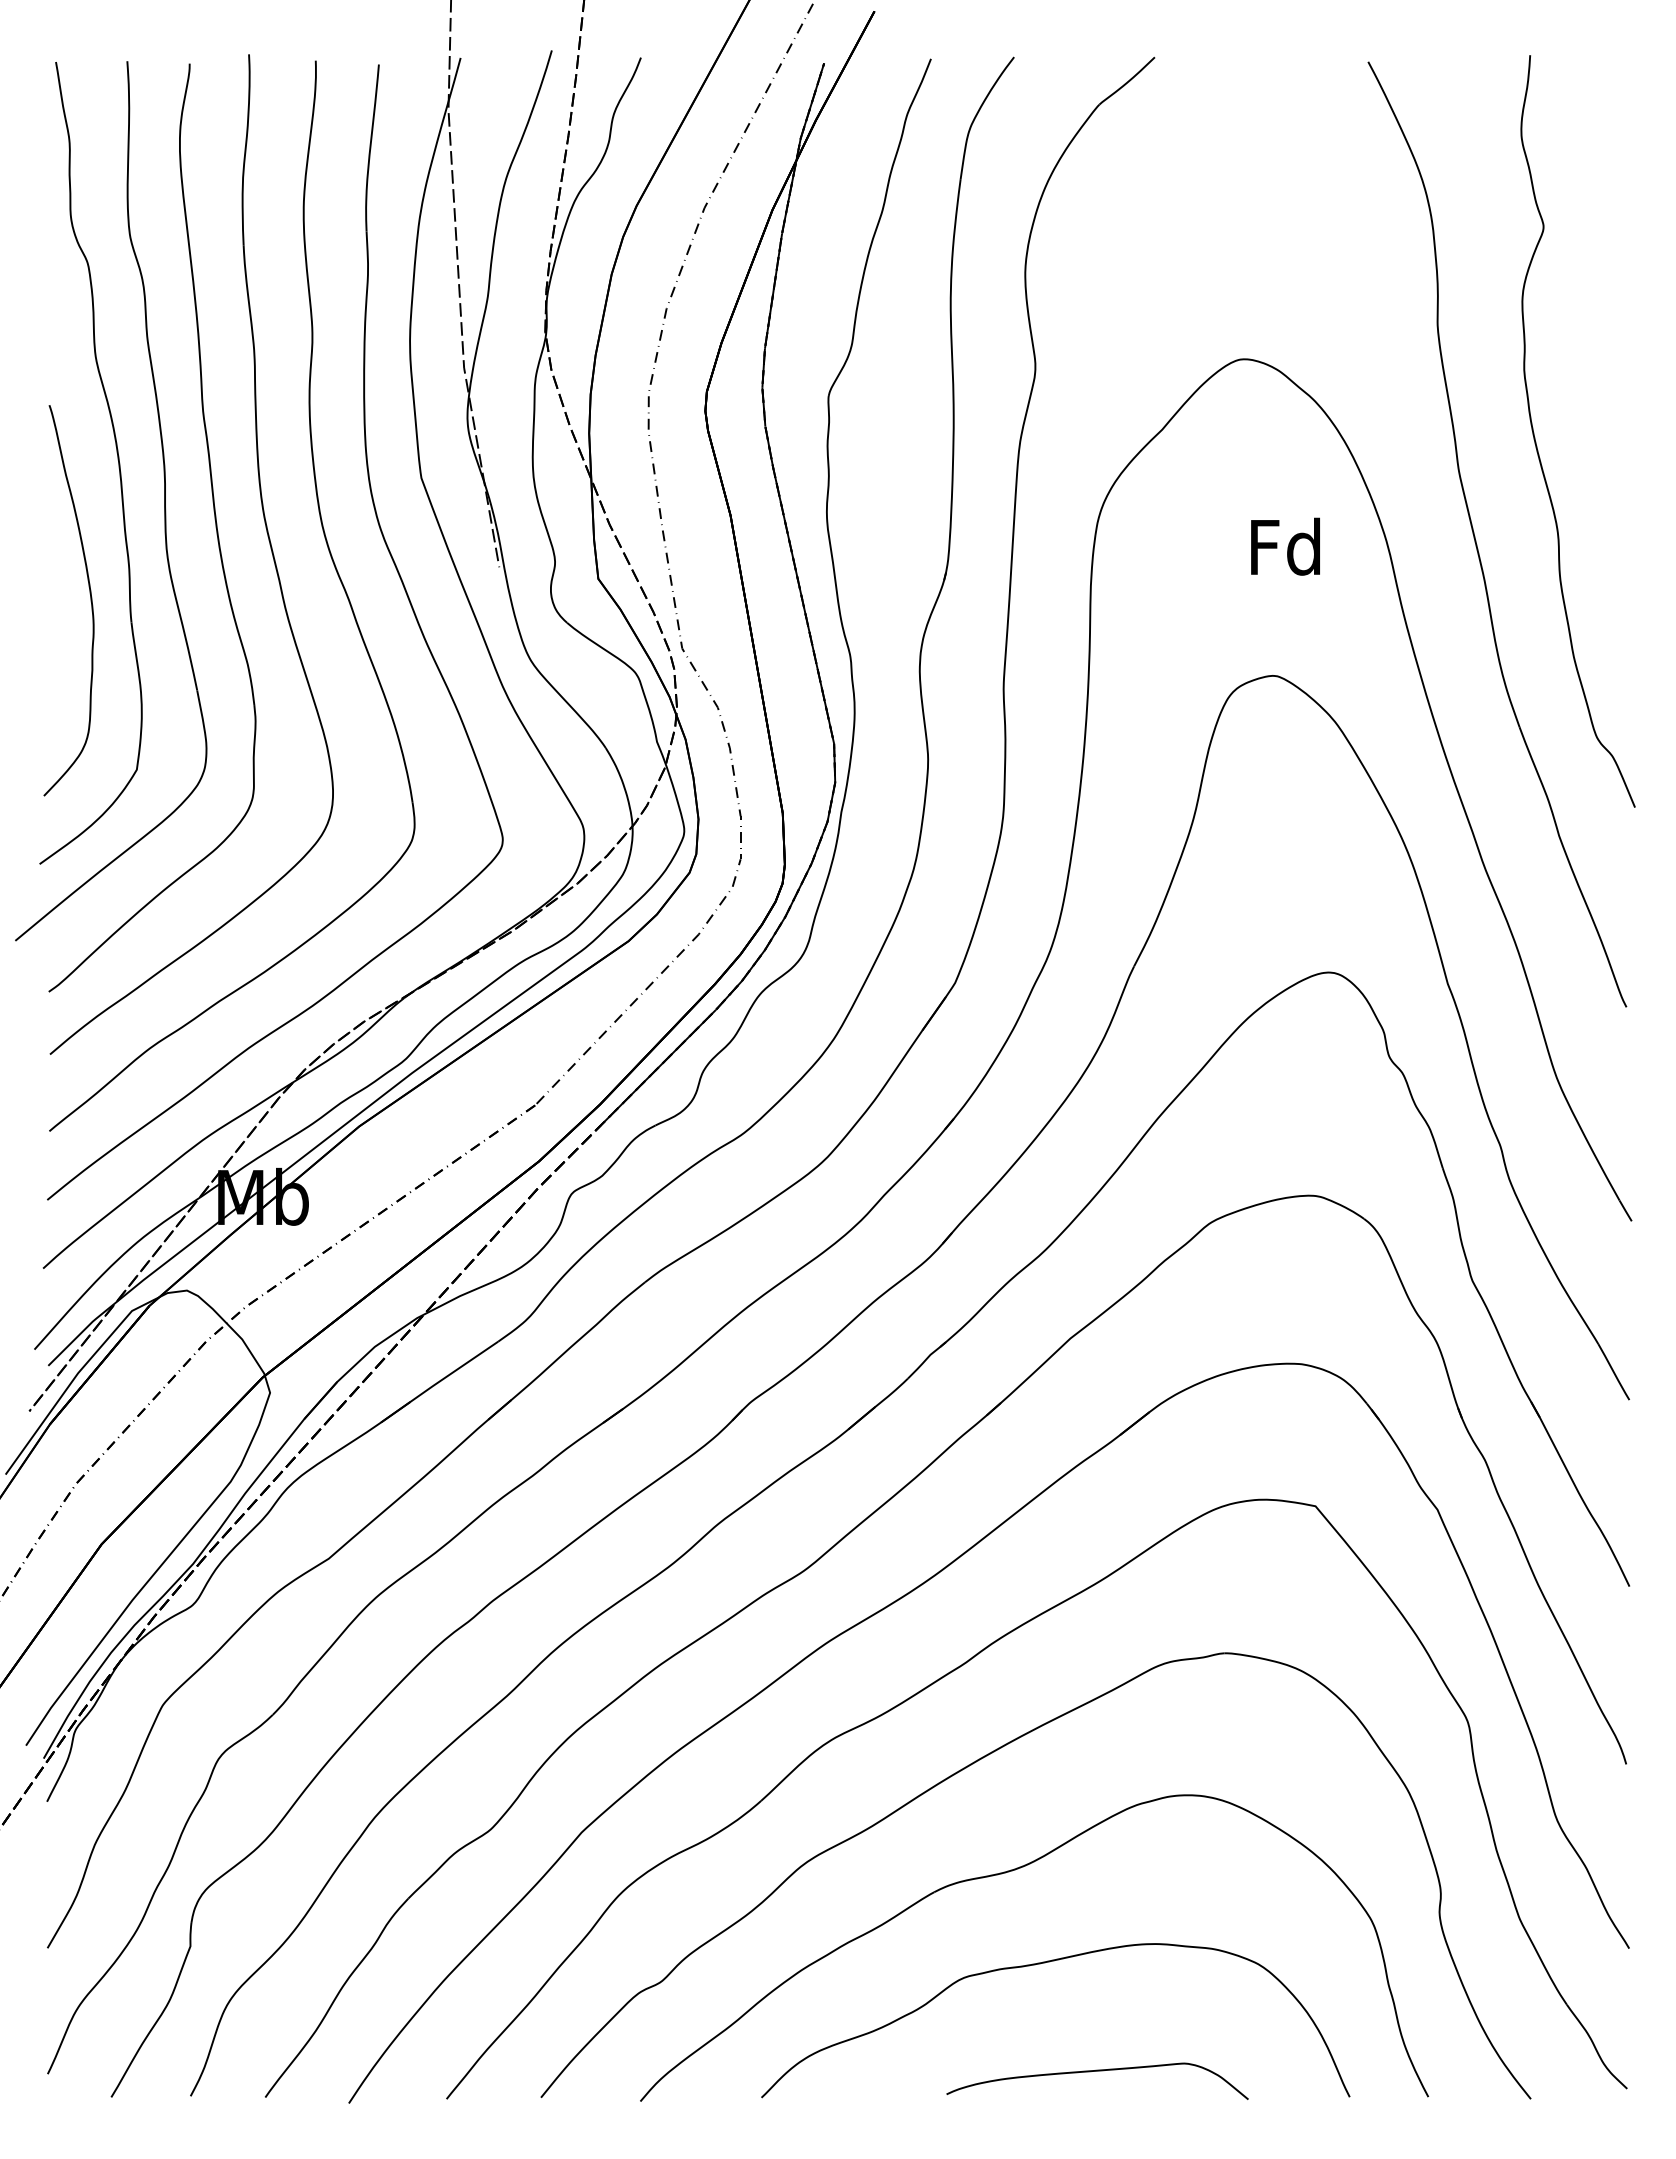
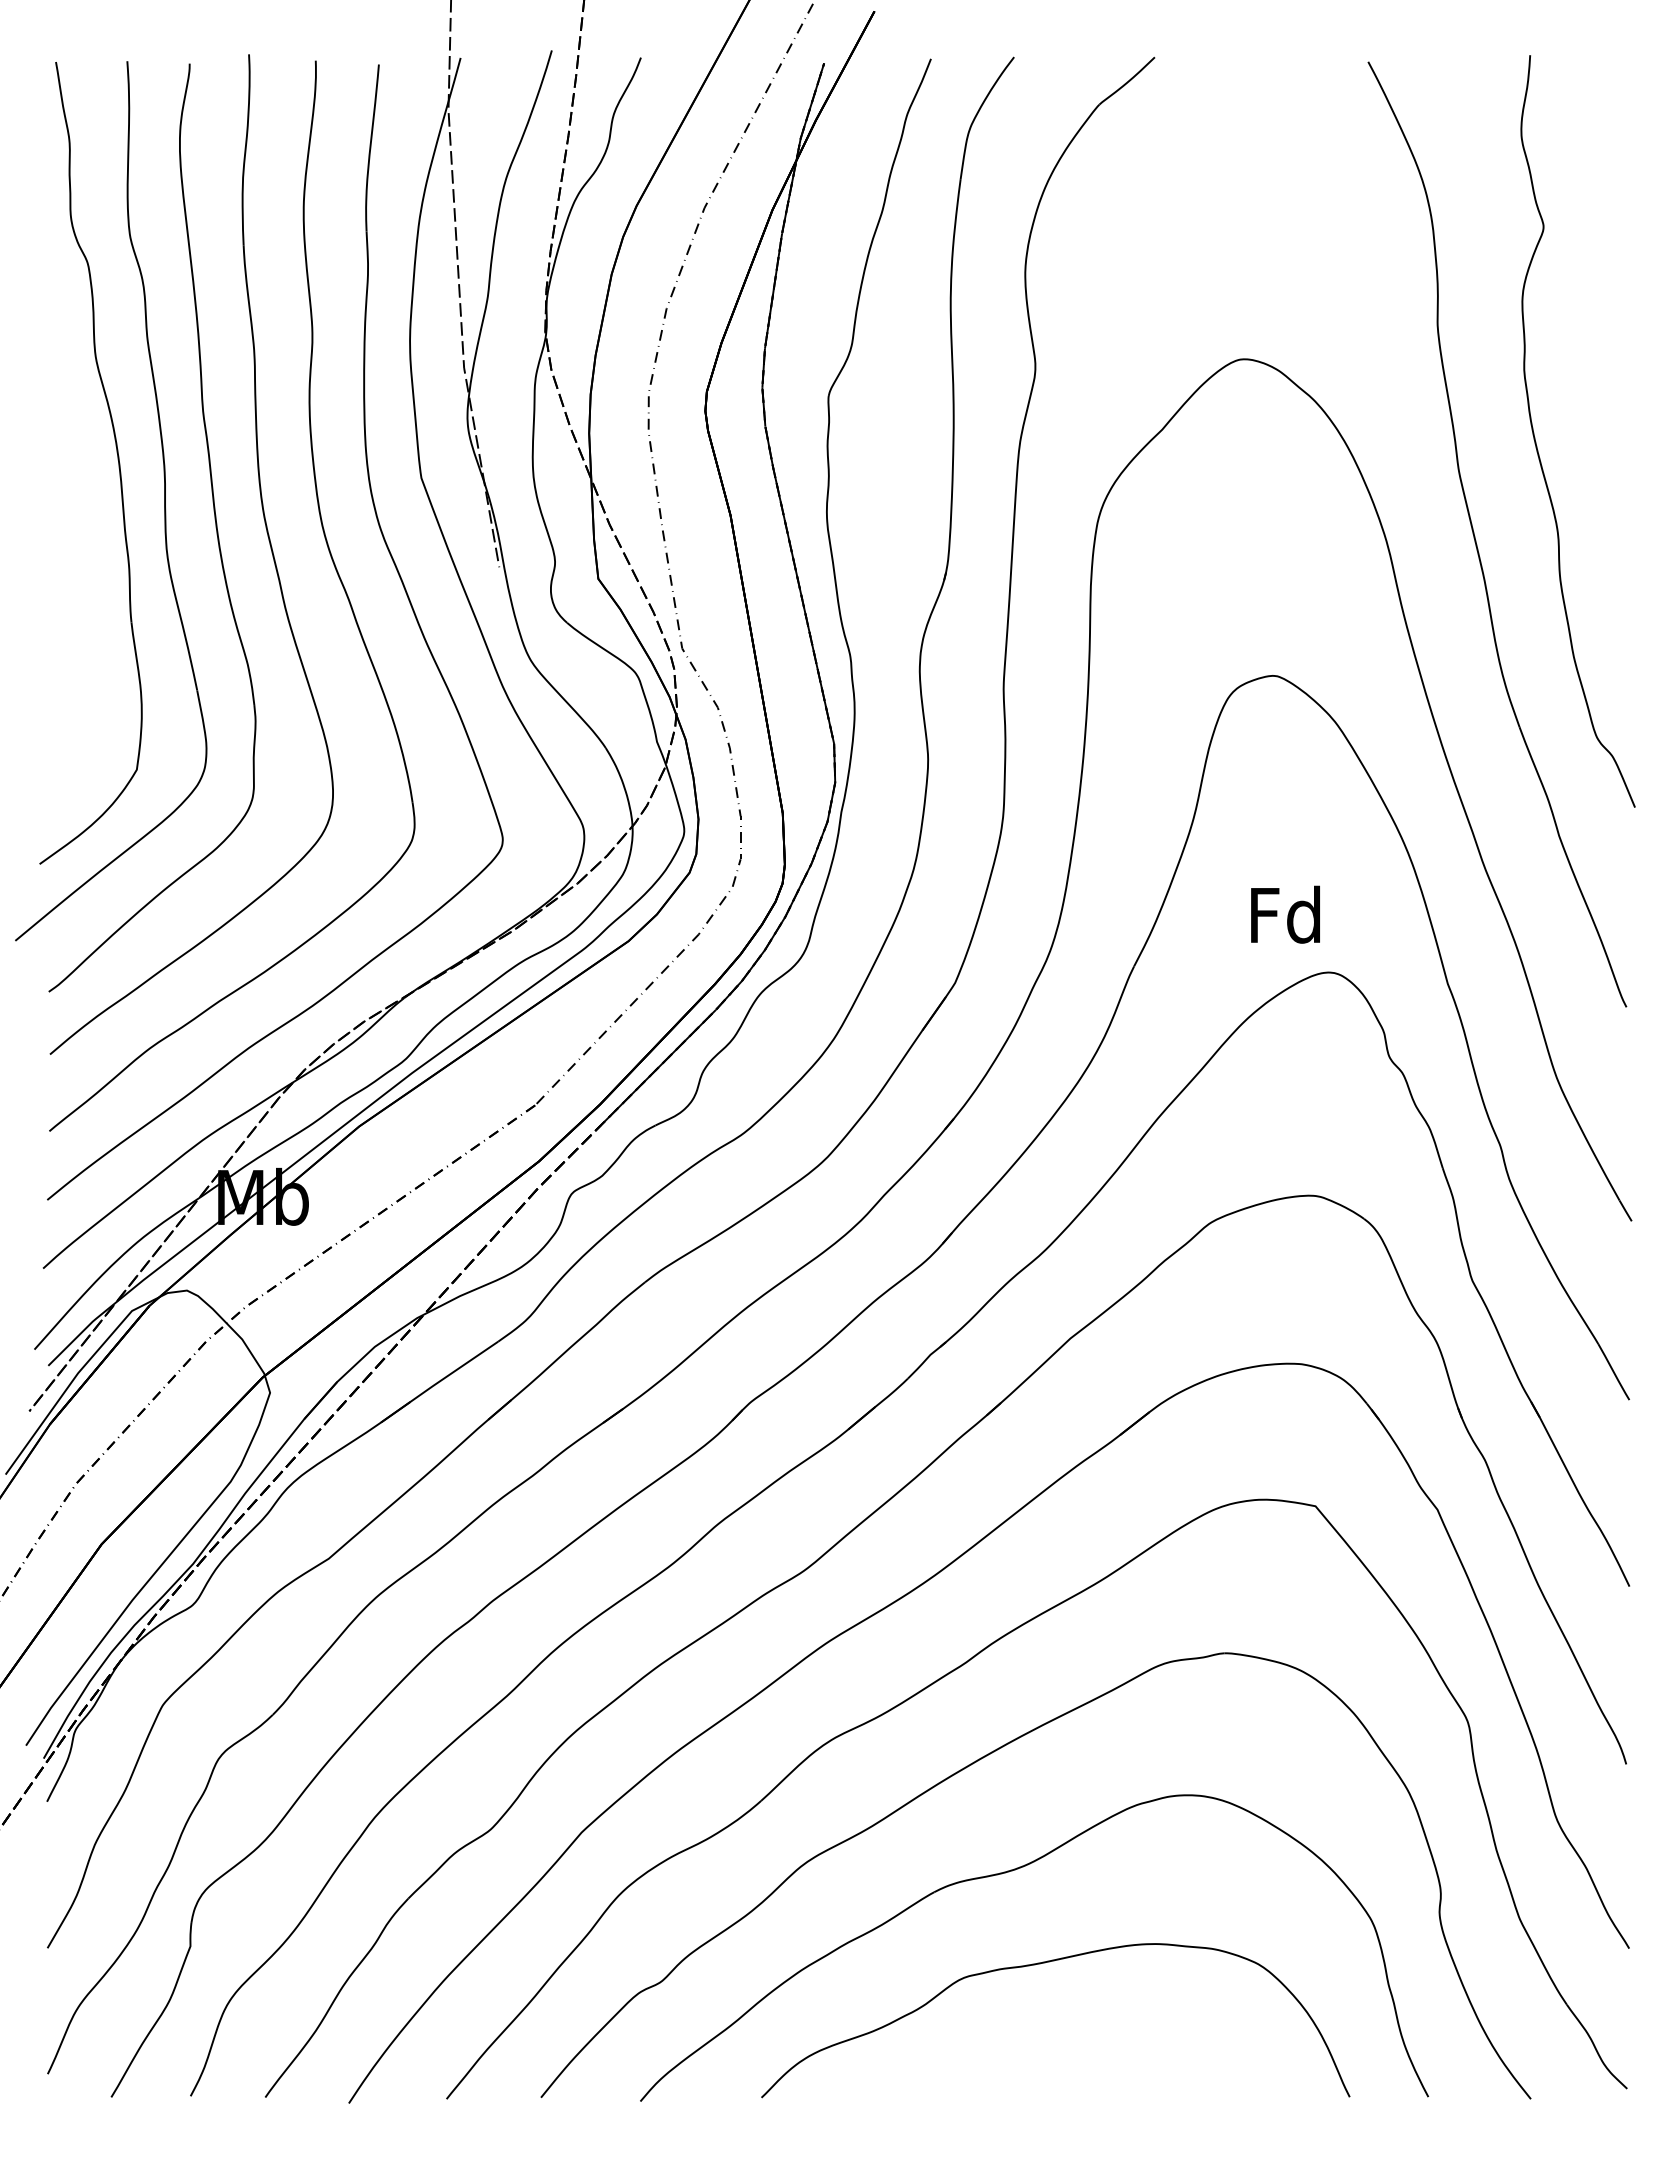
text at (1285, 546) position: (1285, 546) -> (1285, 914)
curve at (90, 600): present -> none
curve at (1097, 2071): present -> none
